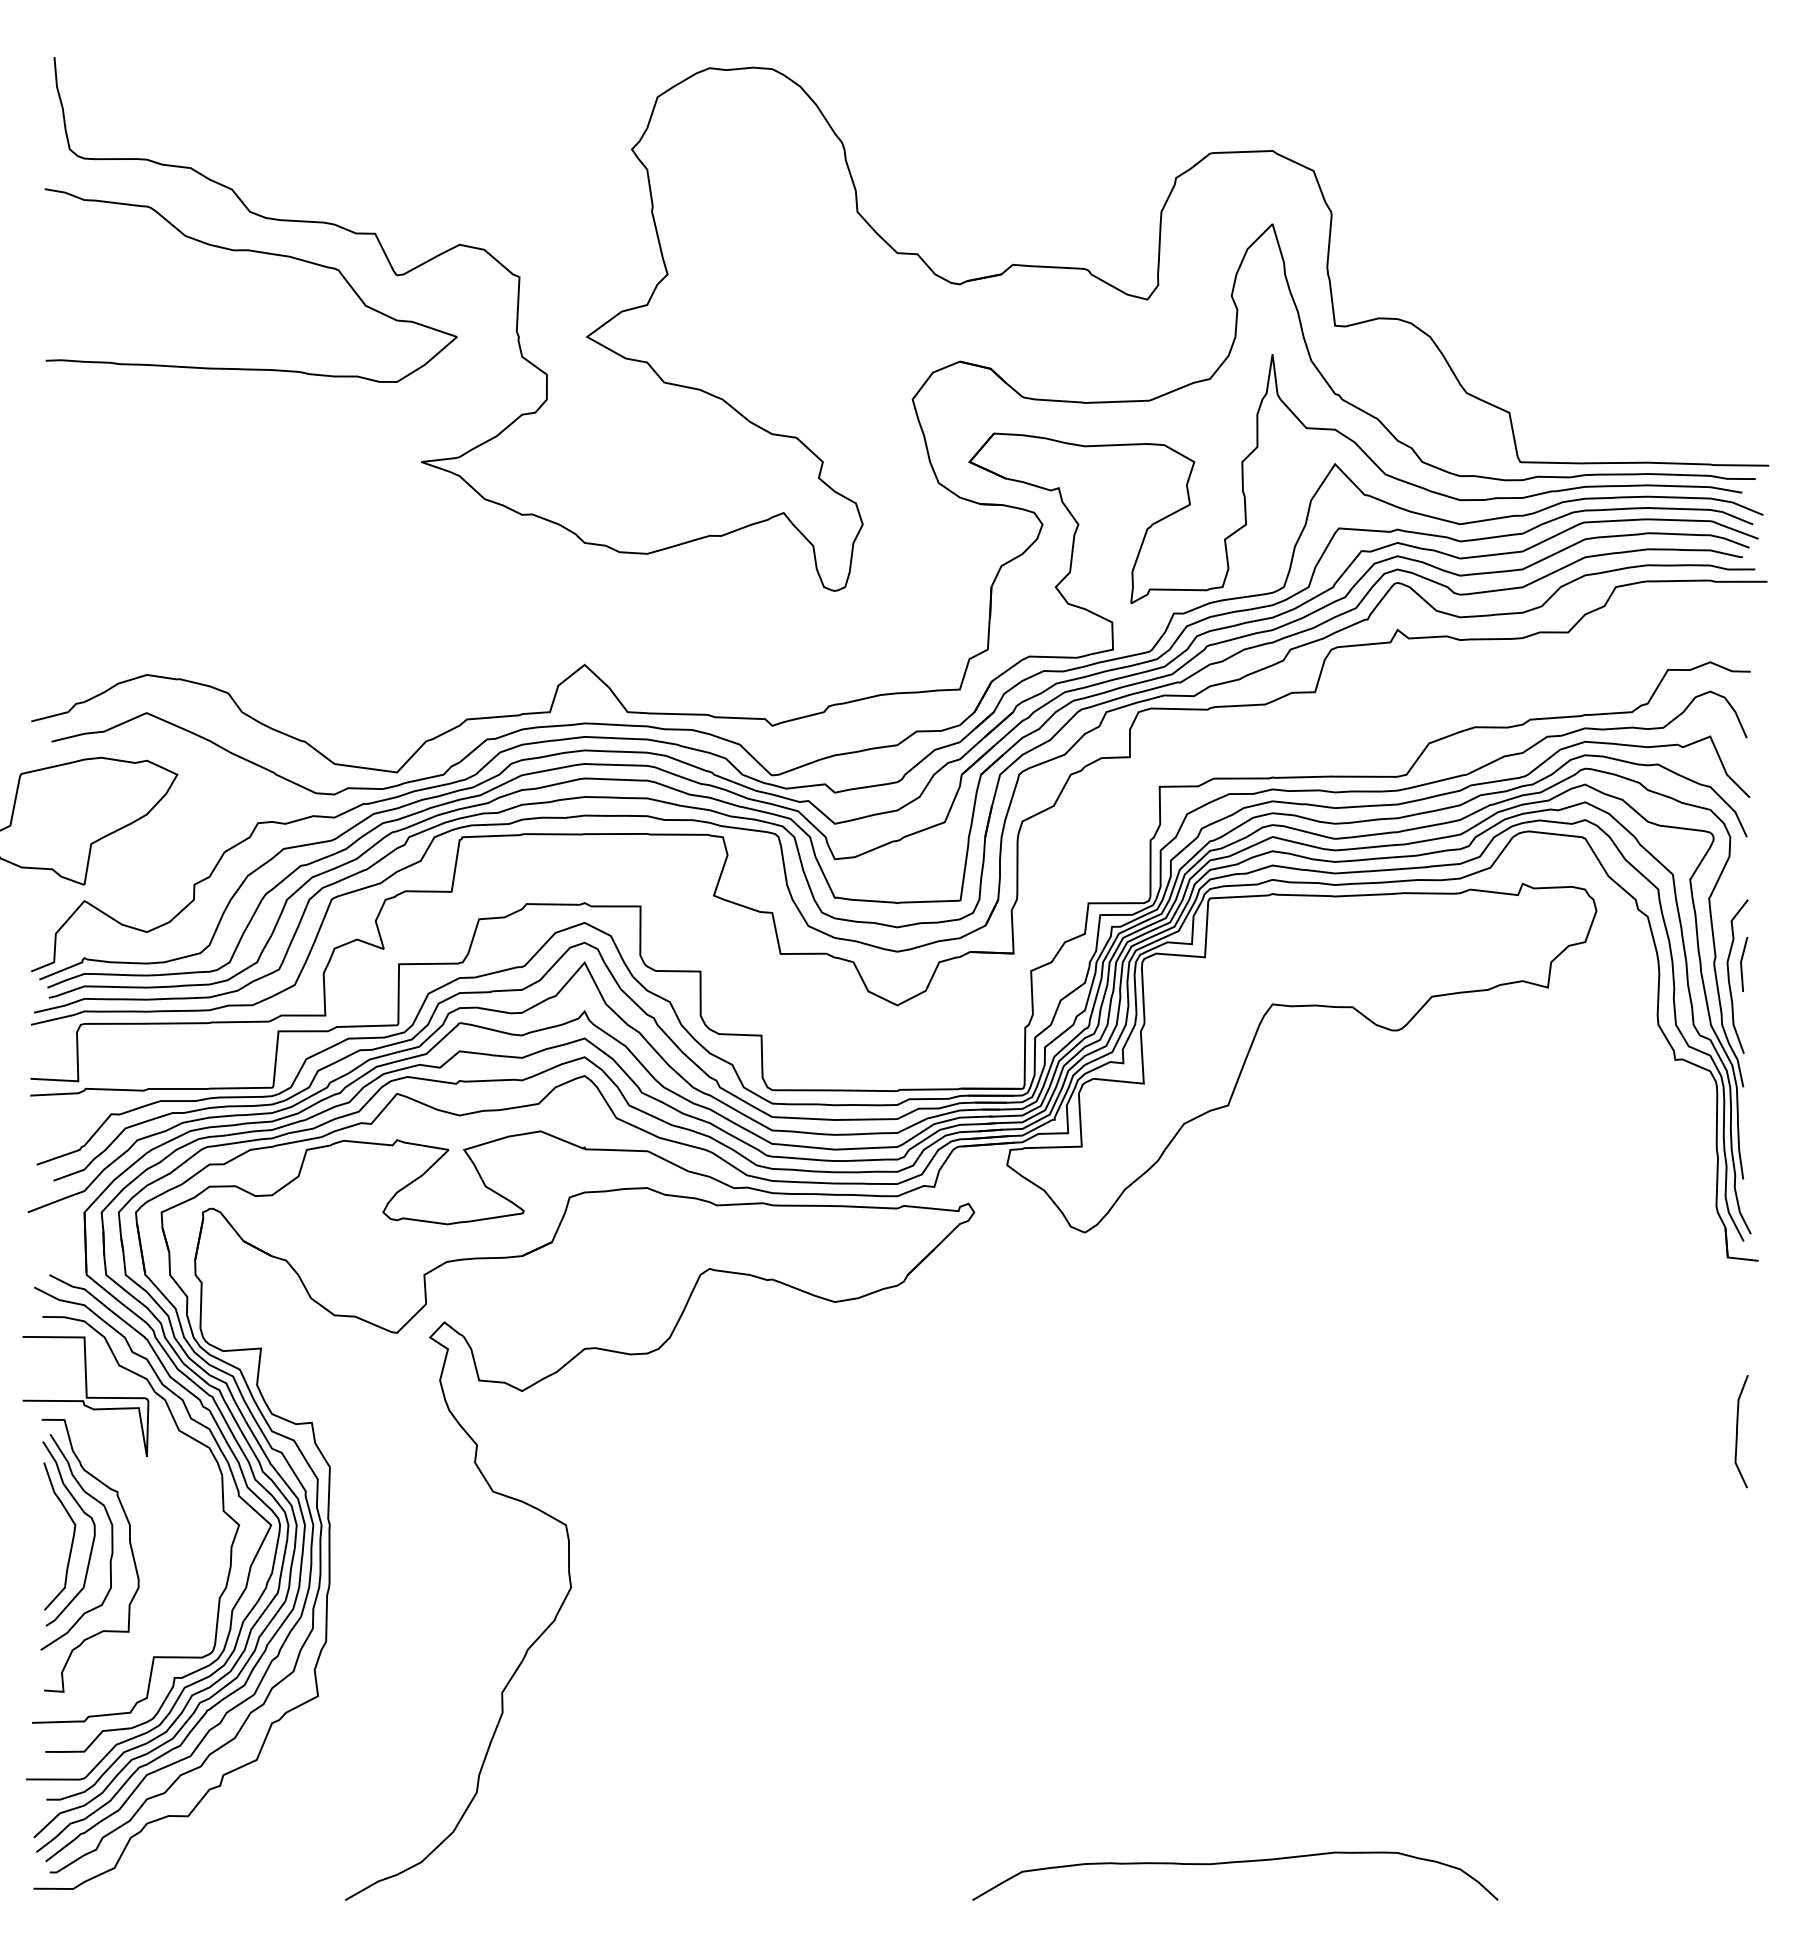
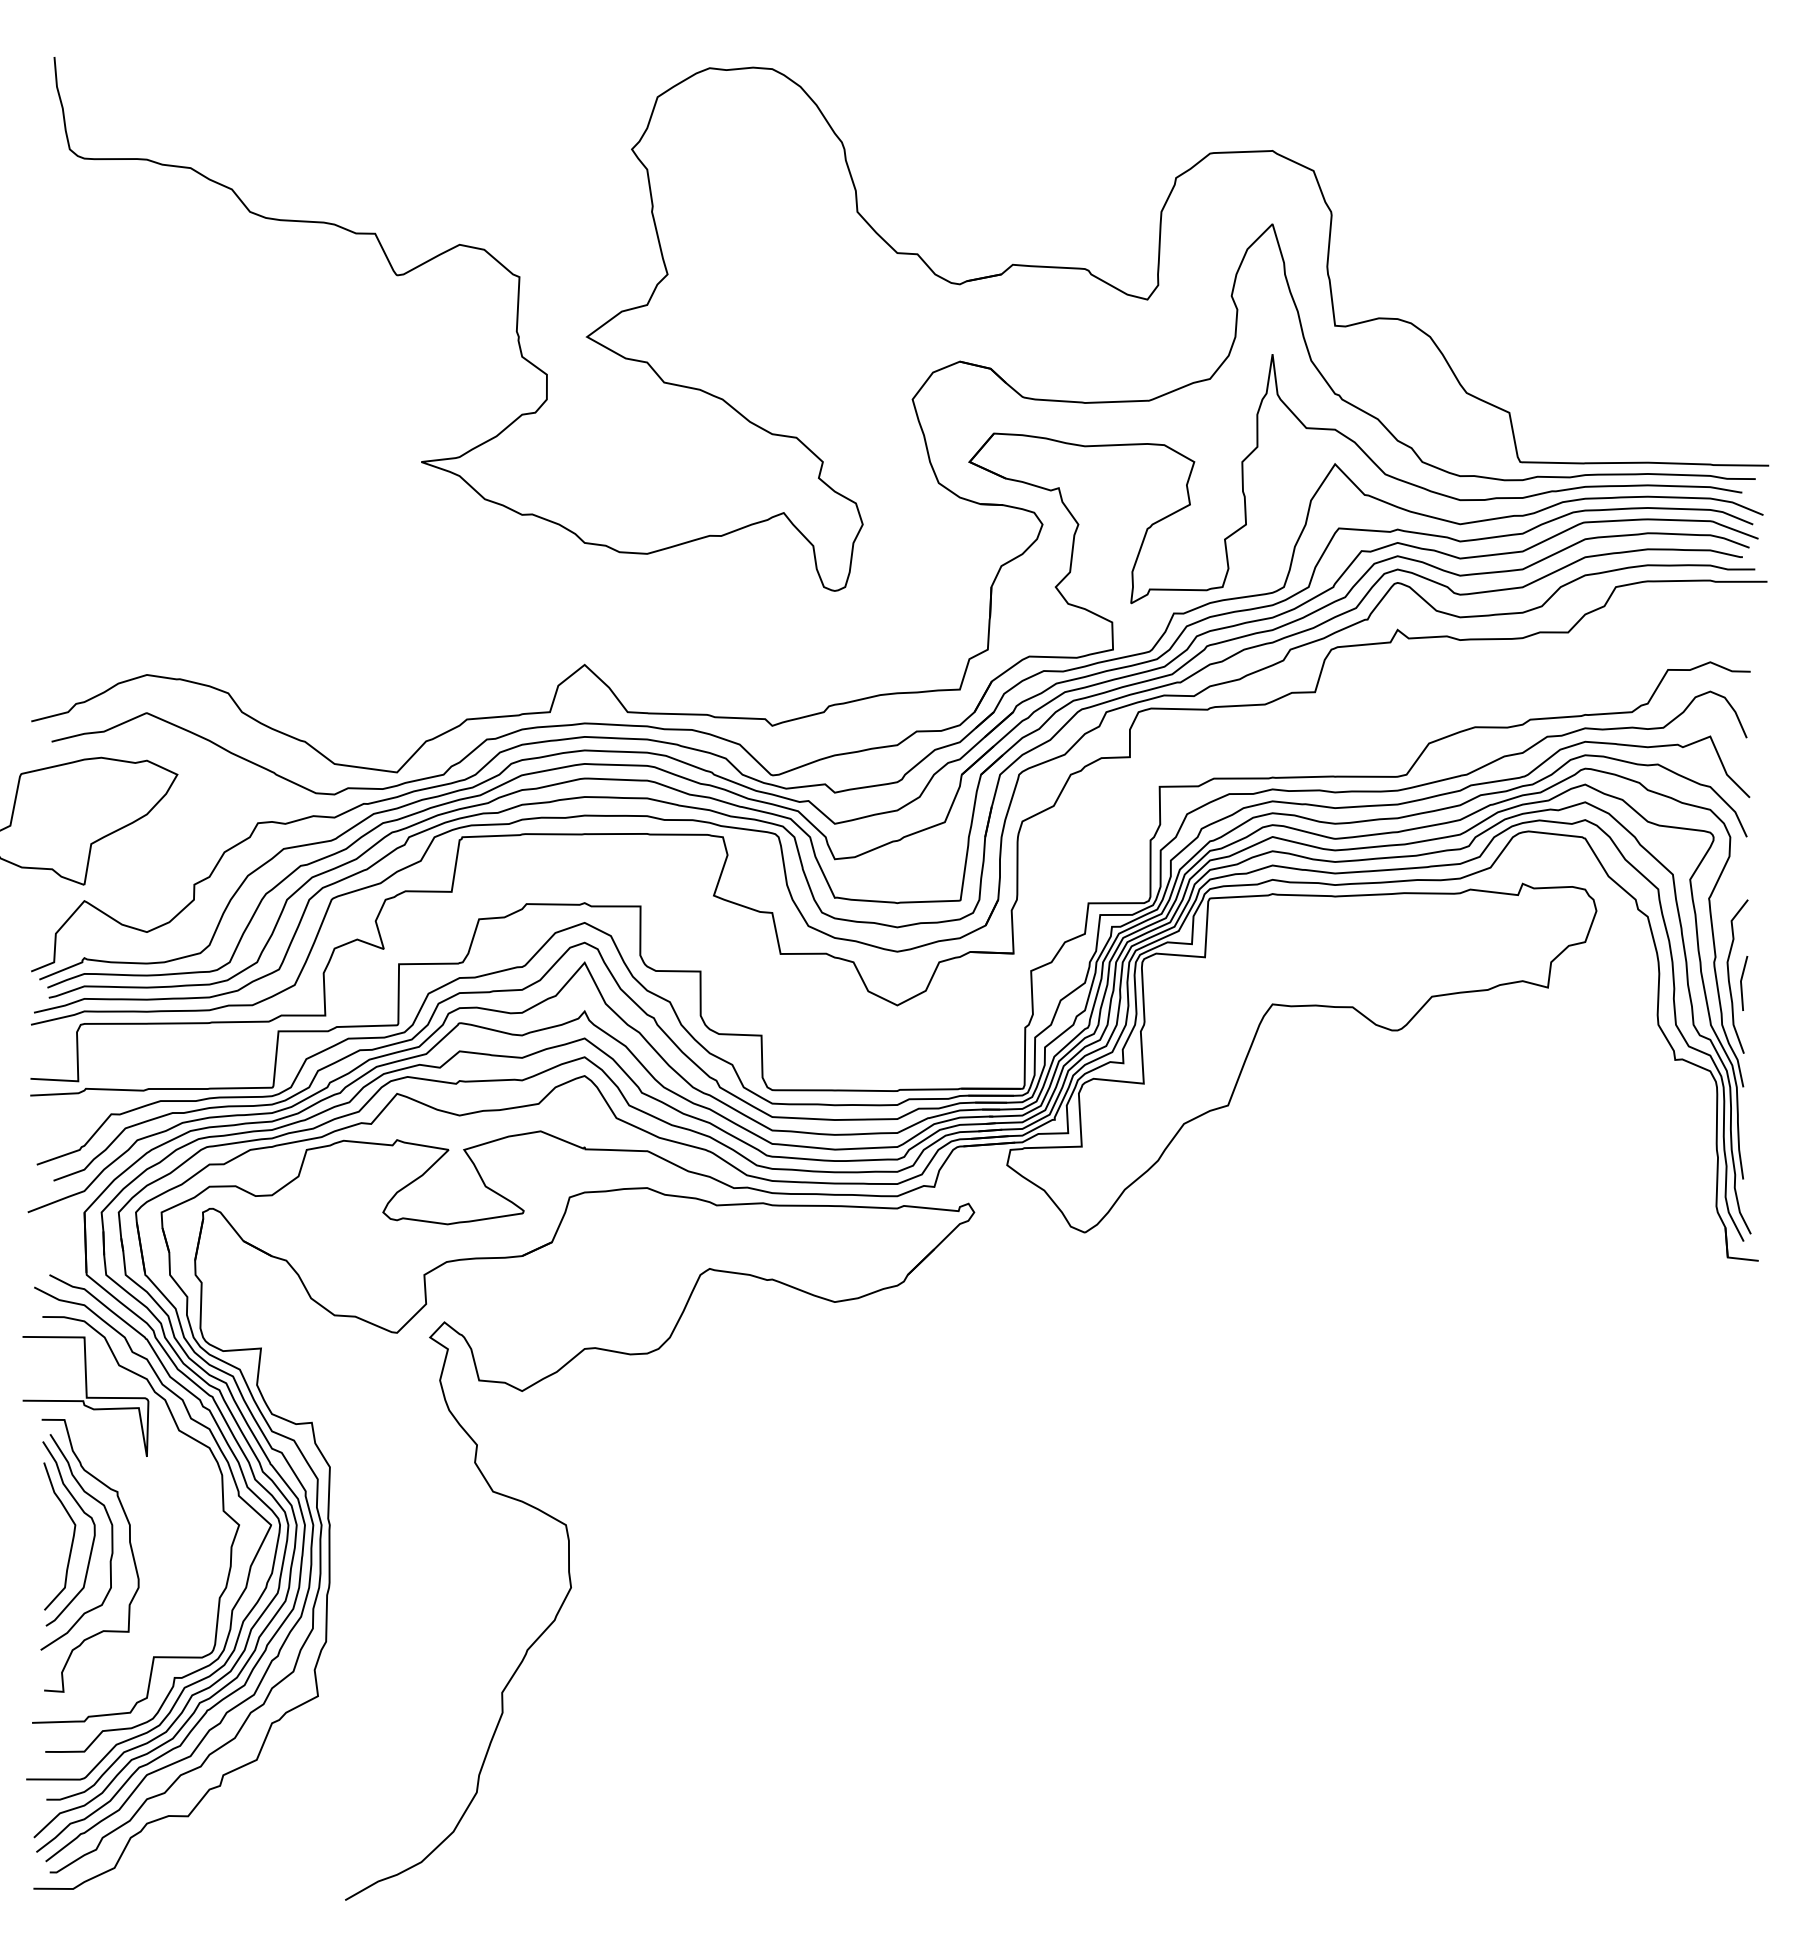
curve at (254, 252): present -> none
line at (1742, 965) position: (1742, 965) -> (1742, 984)
curve at (1737, 1431): present -> none
curve at (1234, 1863): present -> none
